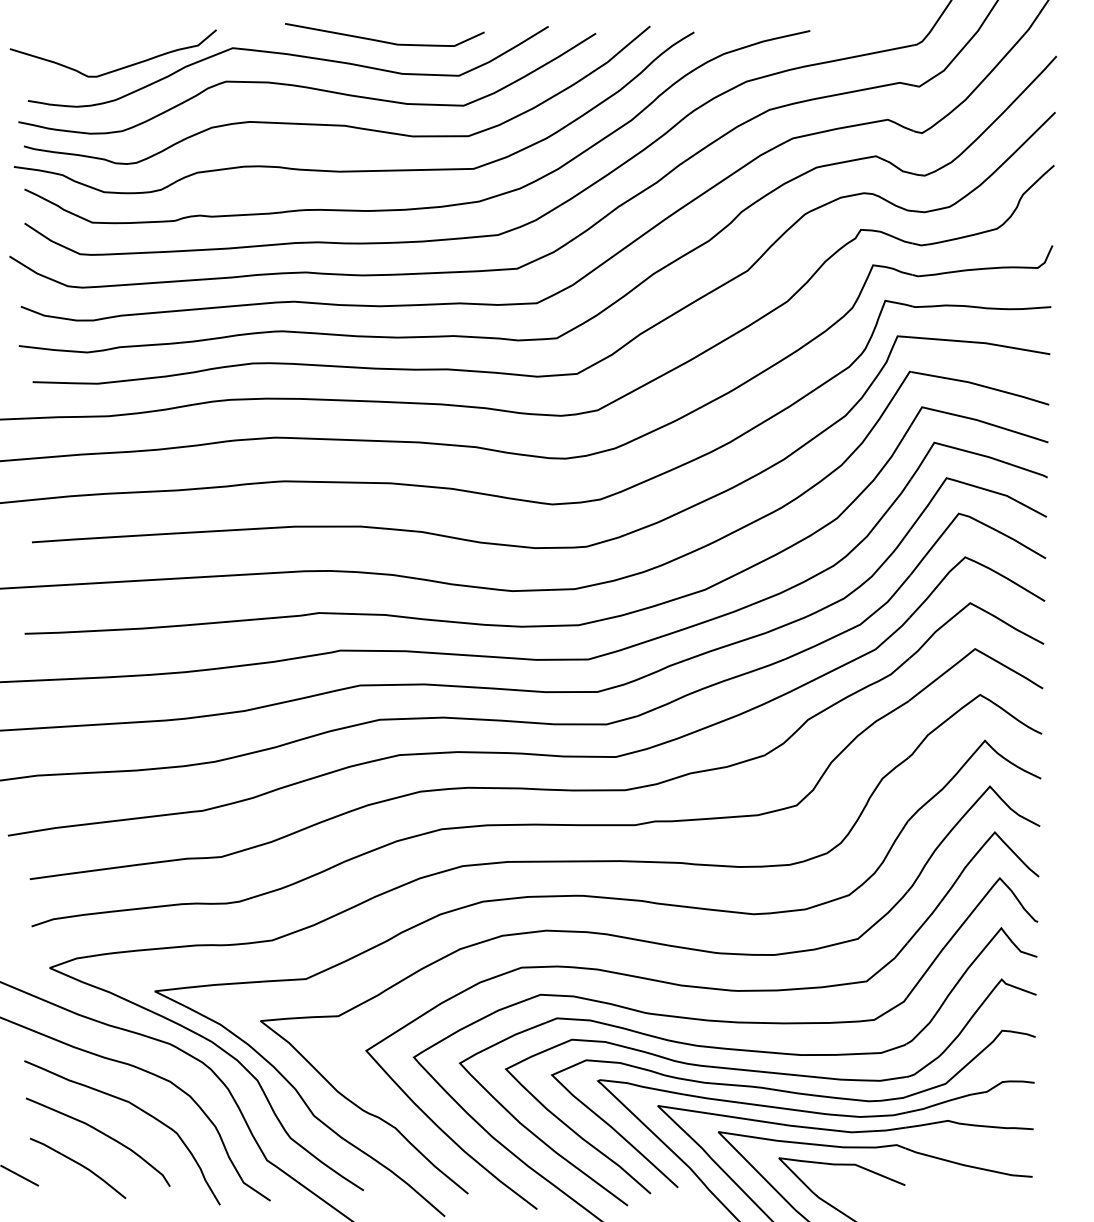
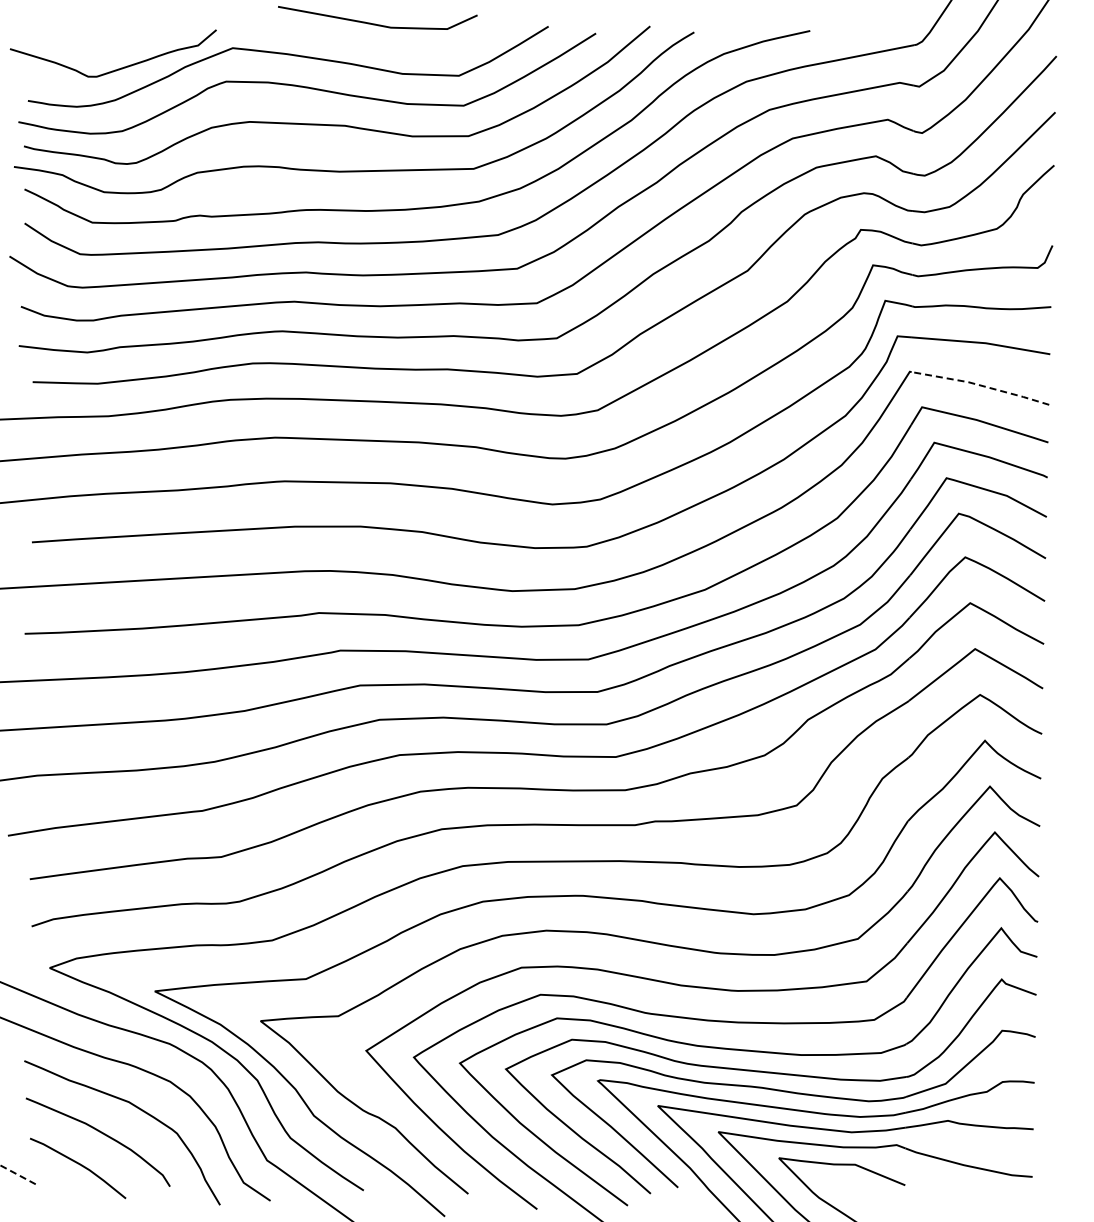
curve at (382, 40) position: (382, 40) -> (375, 23)
line at (980, 385): solid -> dashed
line at (19, 1175): solid -> dashed
